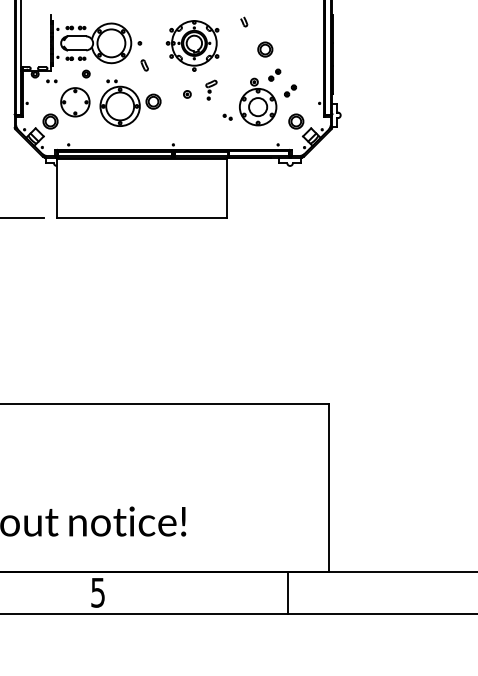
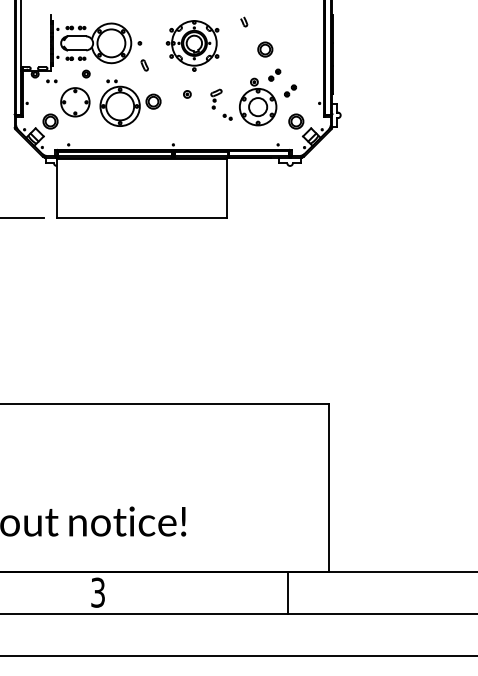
part at (211, 89) position: (211, 89) -> (216, 98)
text at (98, 592): 5 -> 3
line at (238, 655): none -> present
